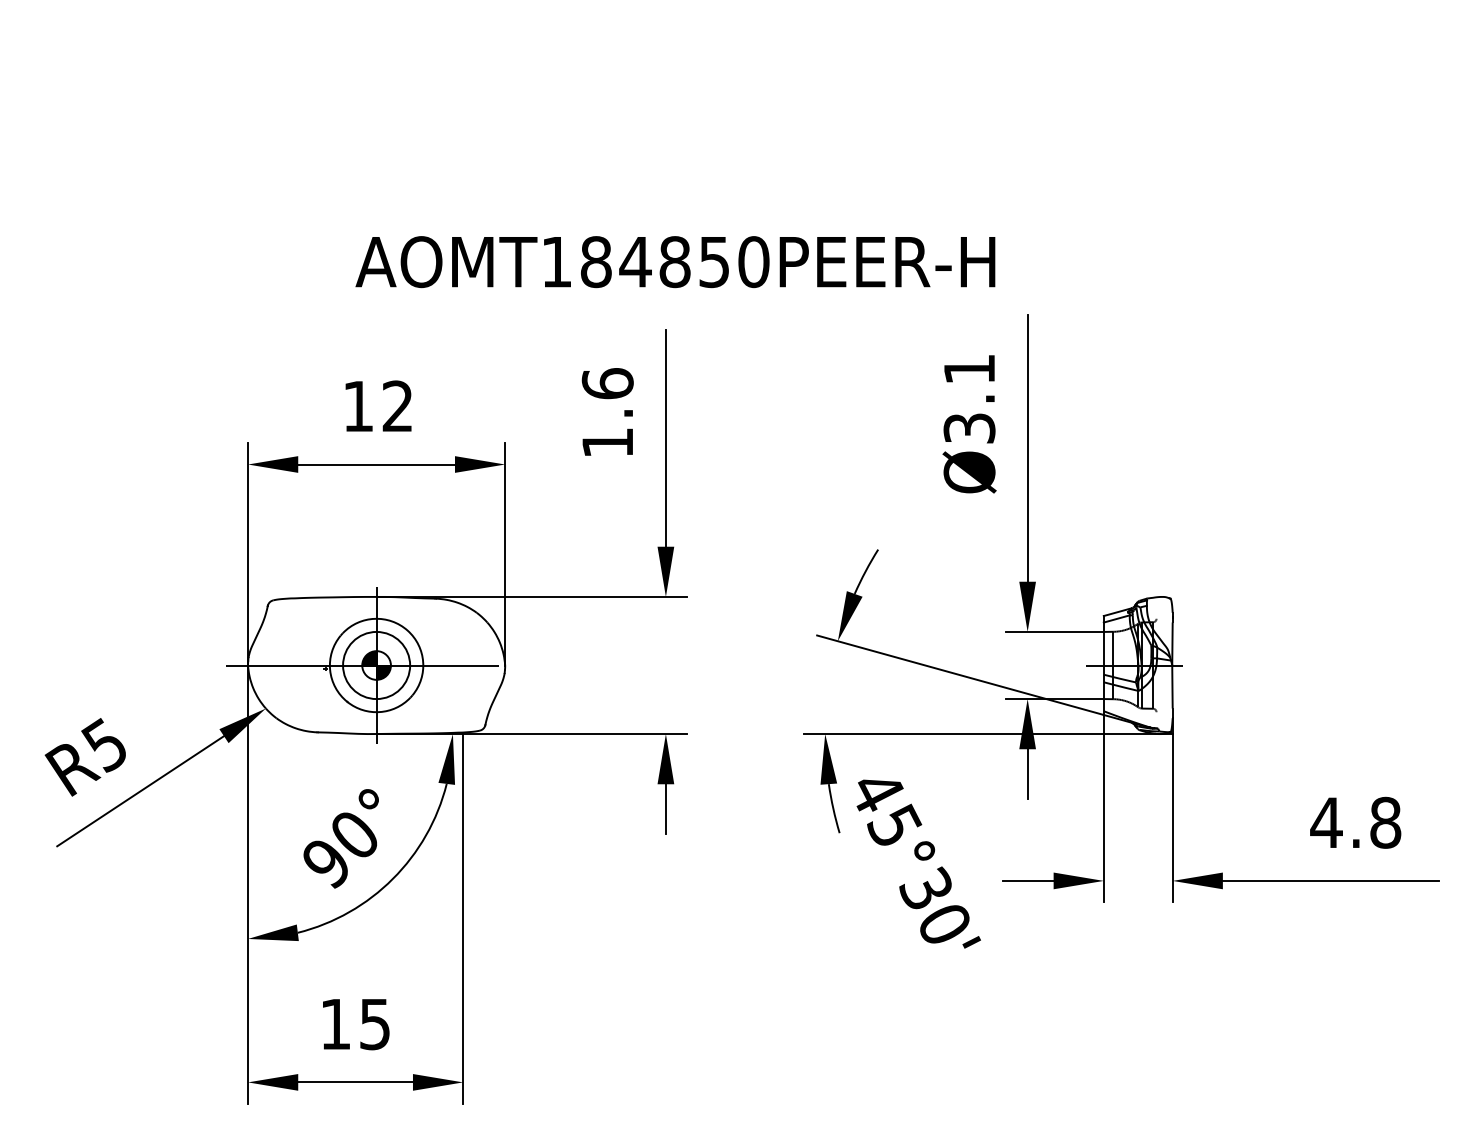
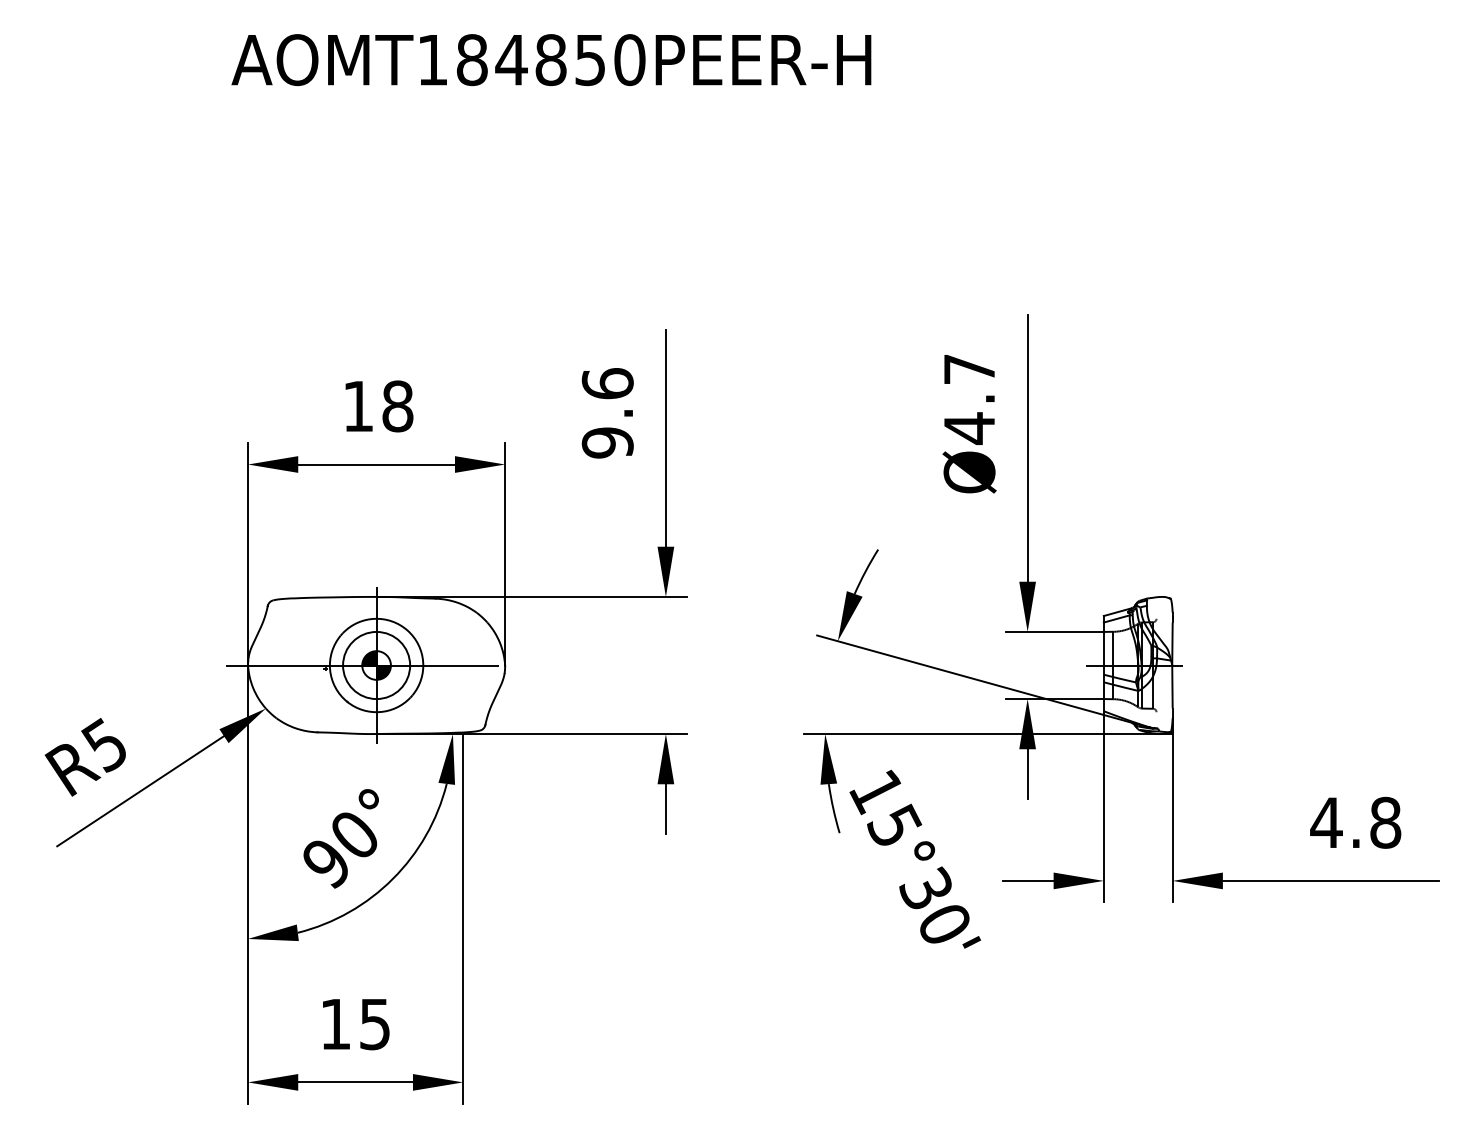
text at (675, 262) position: (675, 262) -> (551, 60)
text at (969, 399): Ø3.1 -> Ø4.7
text at (397, 406): 12 -> 18
text at (607, 442): 1.6 -> 9.6
text at (876, 792): 45°30' -> 15°30'
